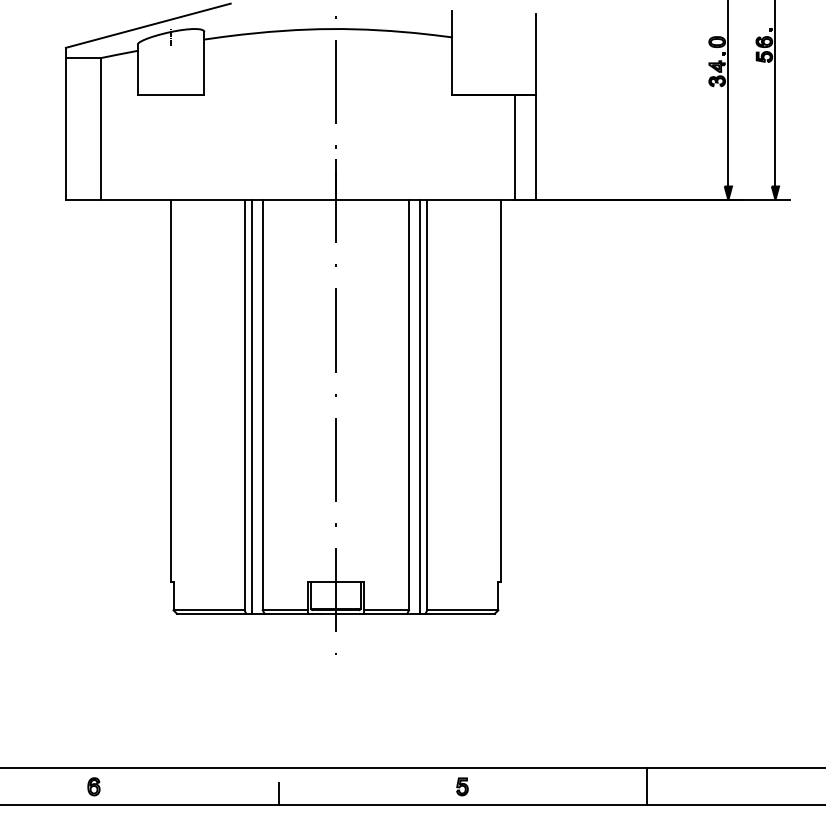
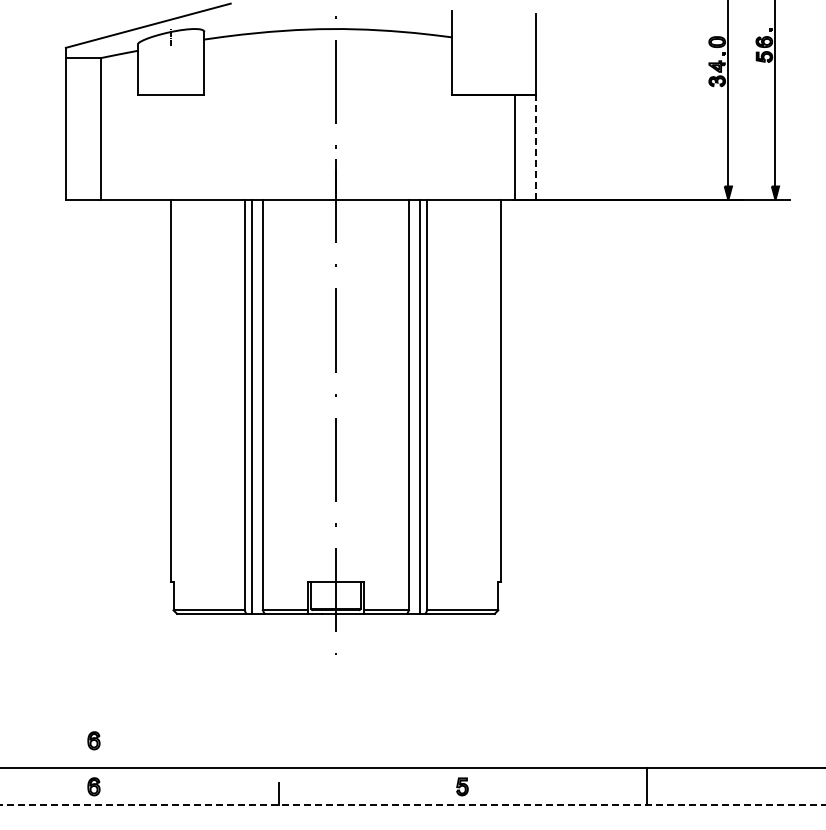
line at (535, 147): solid -> dashed
part at (93, 740): none -> present
line at (413, 805): solid -> dashed
